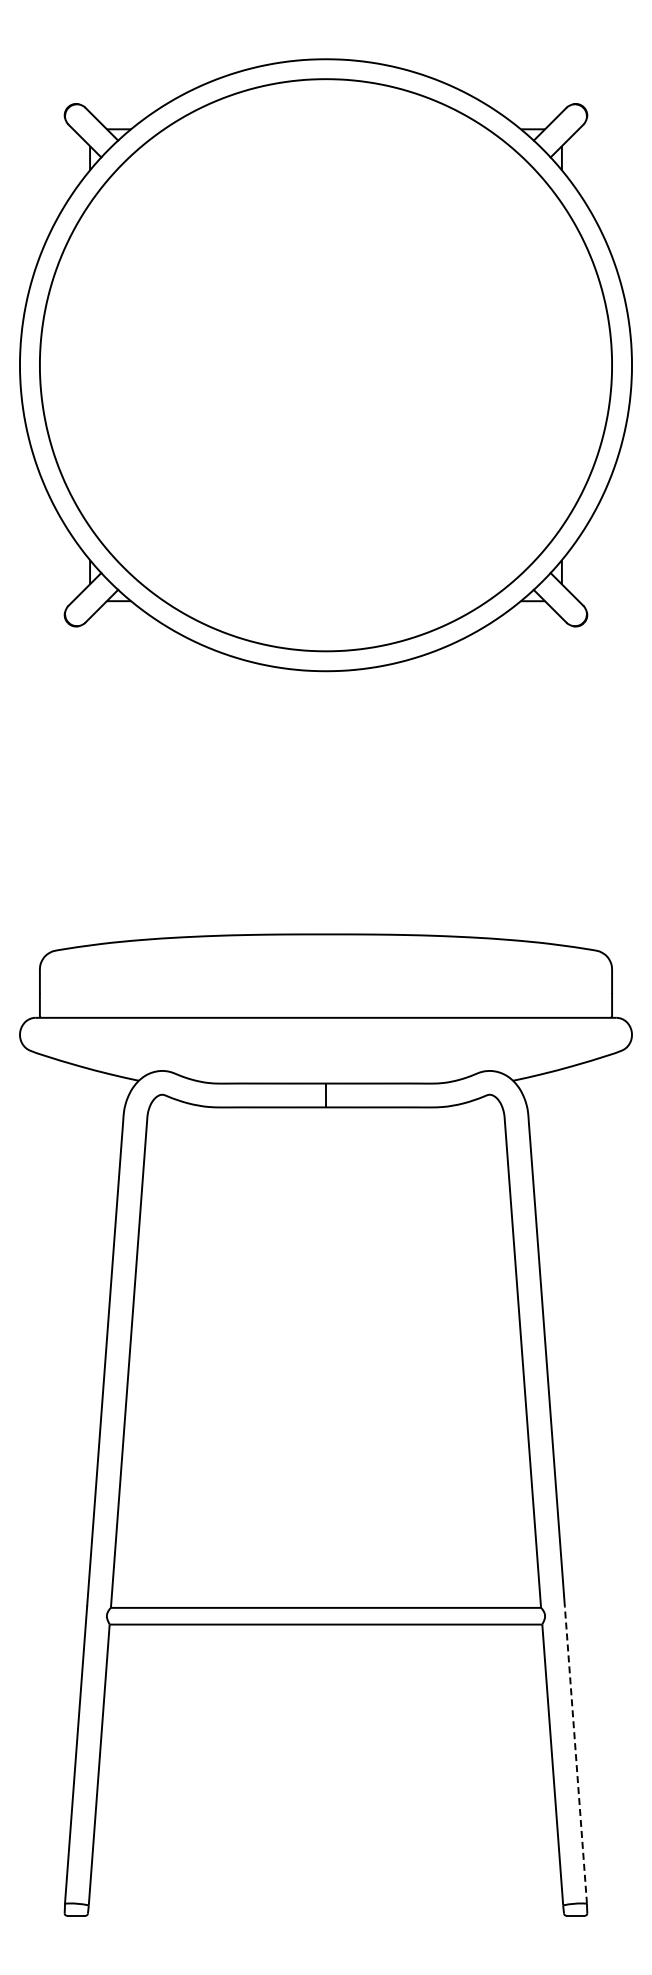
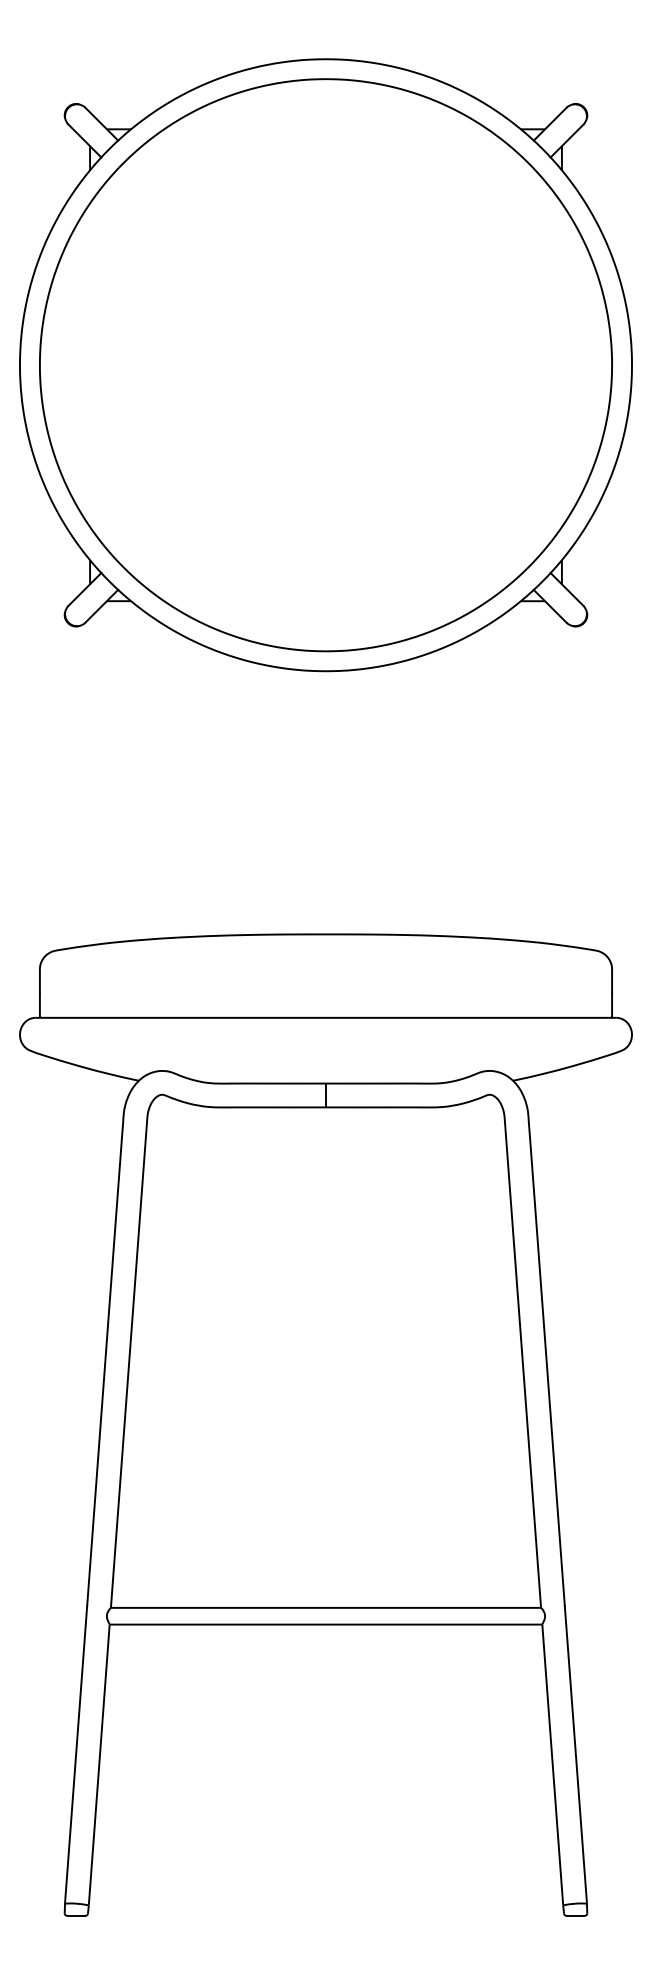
line at (575, 1754): dashed -> solid
